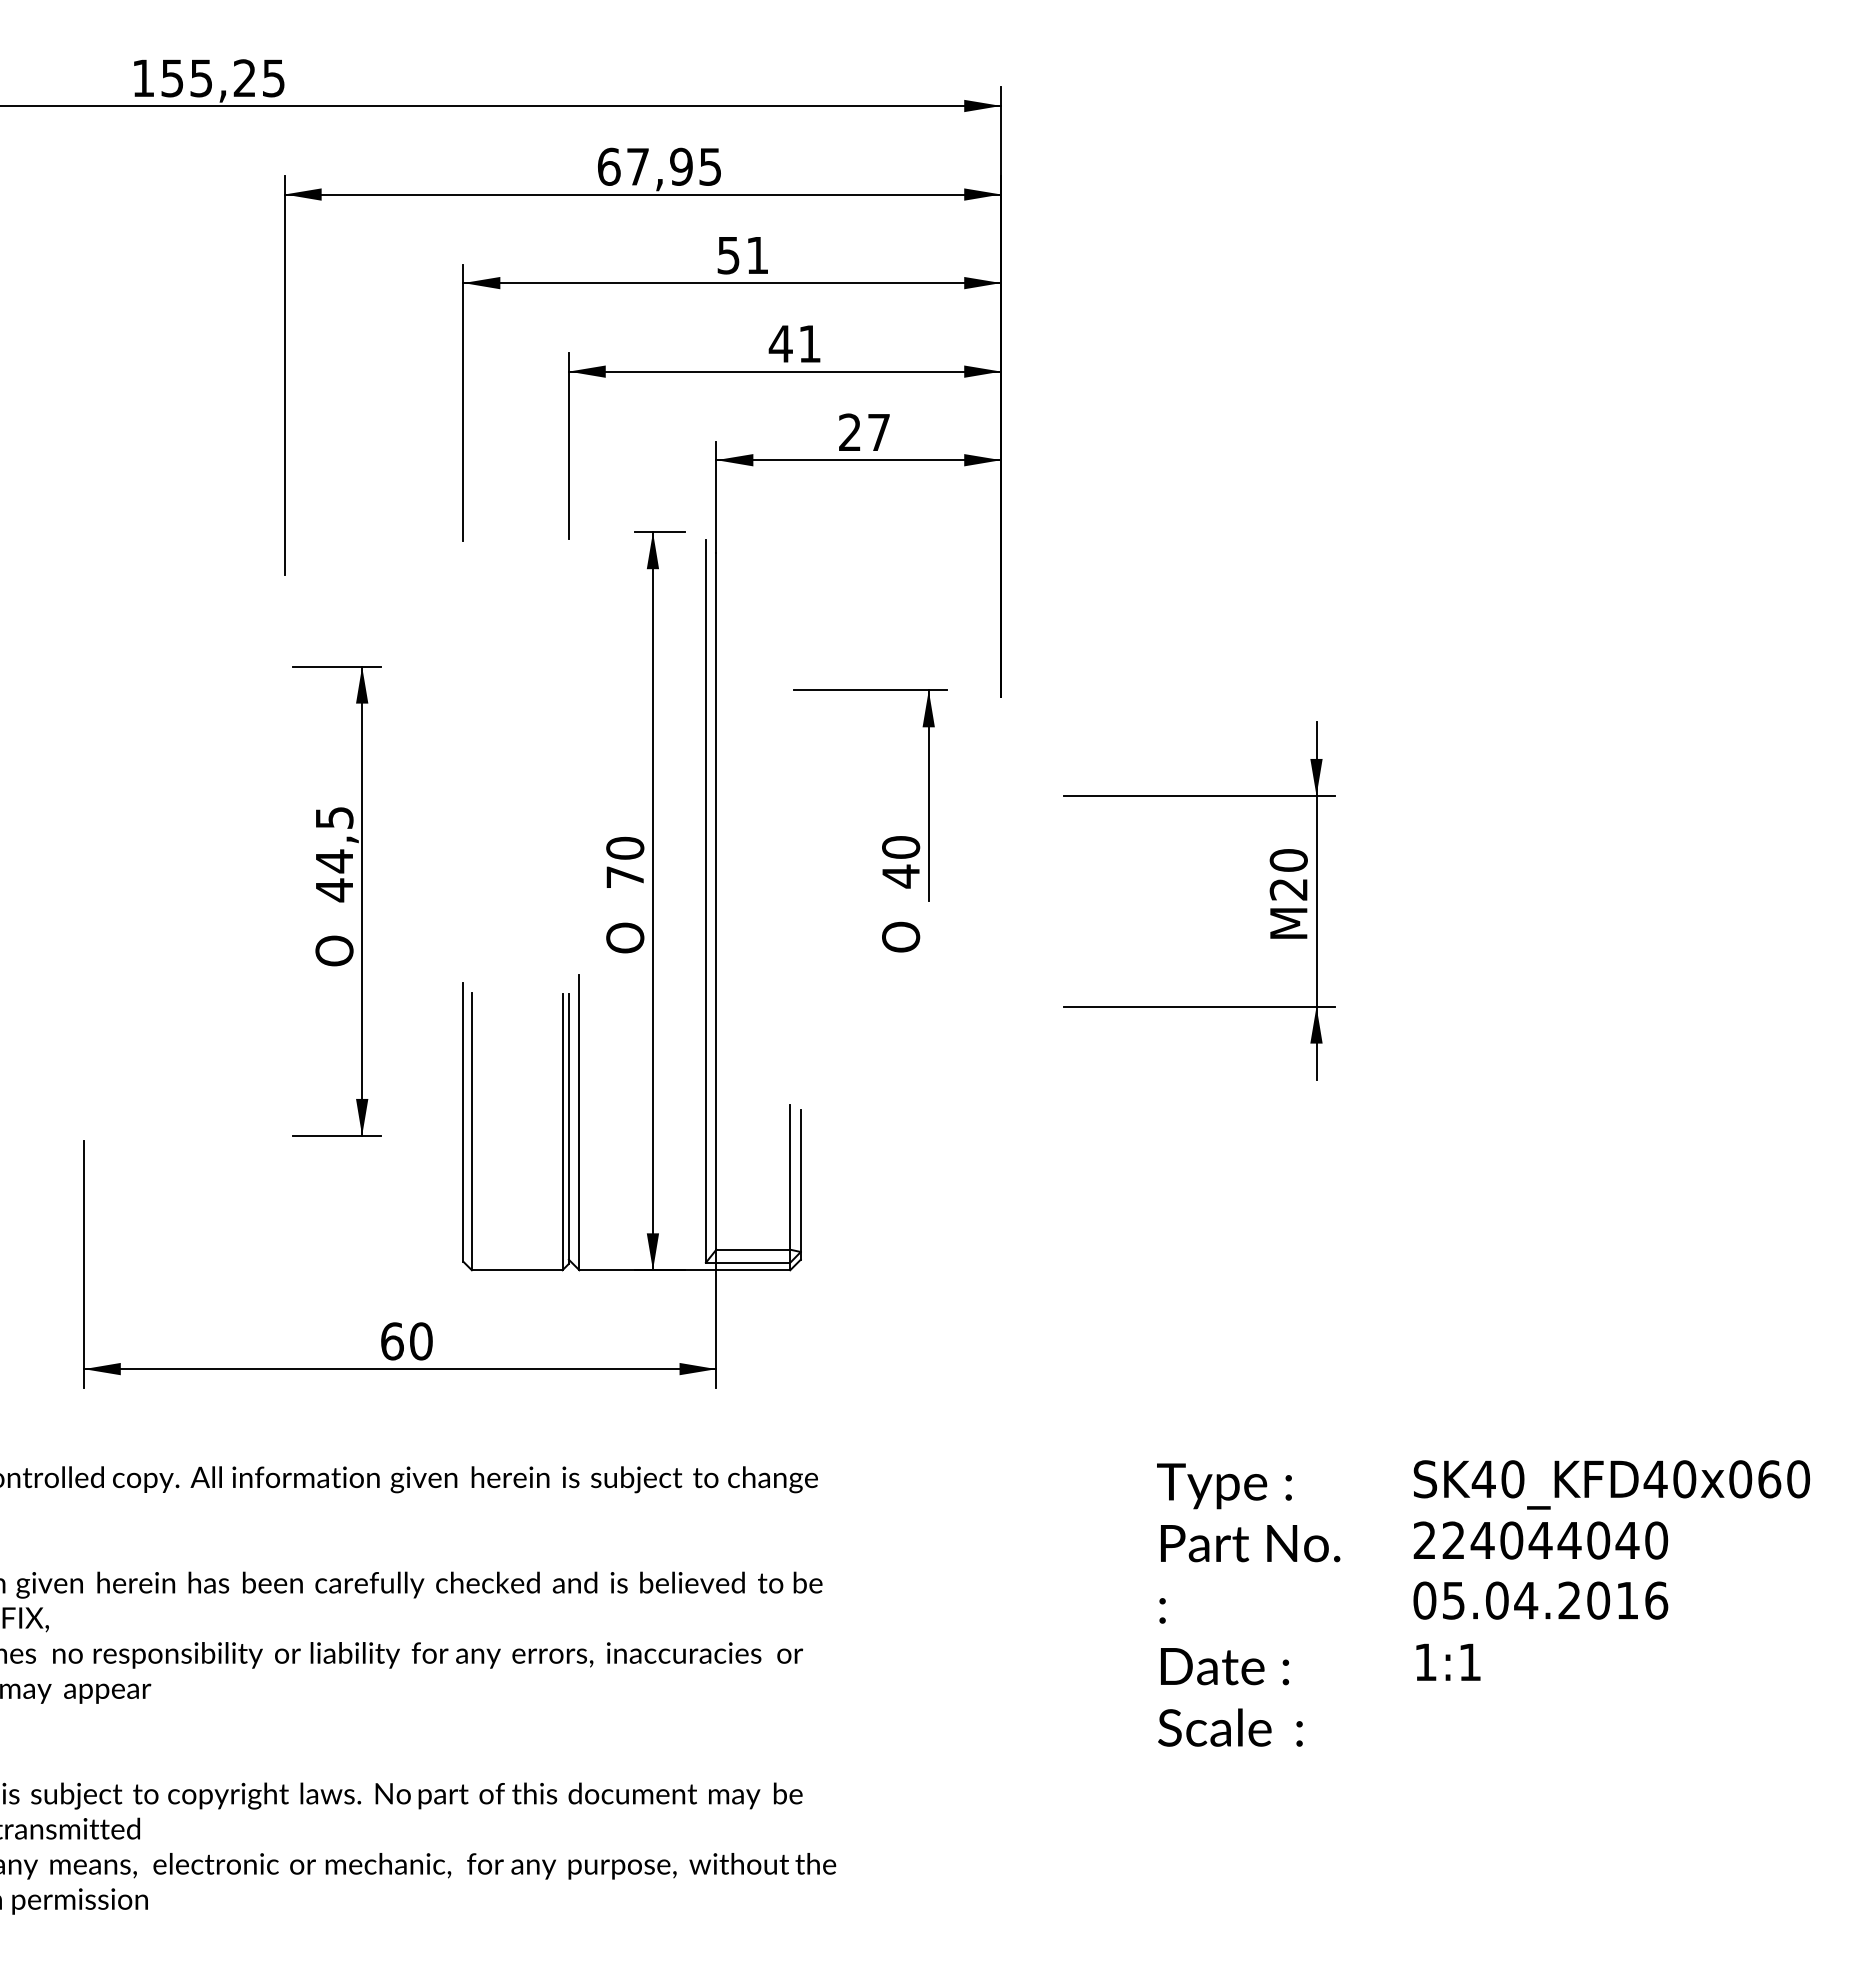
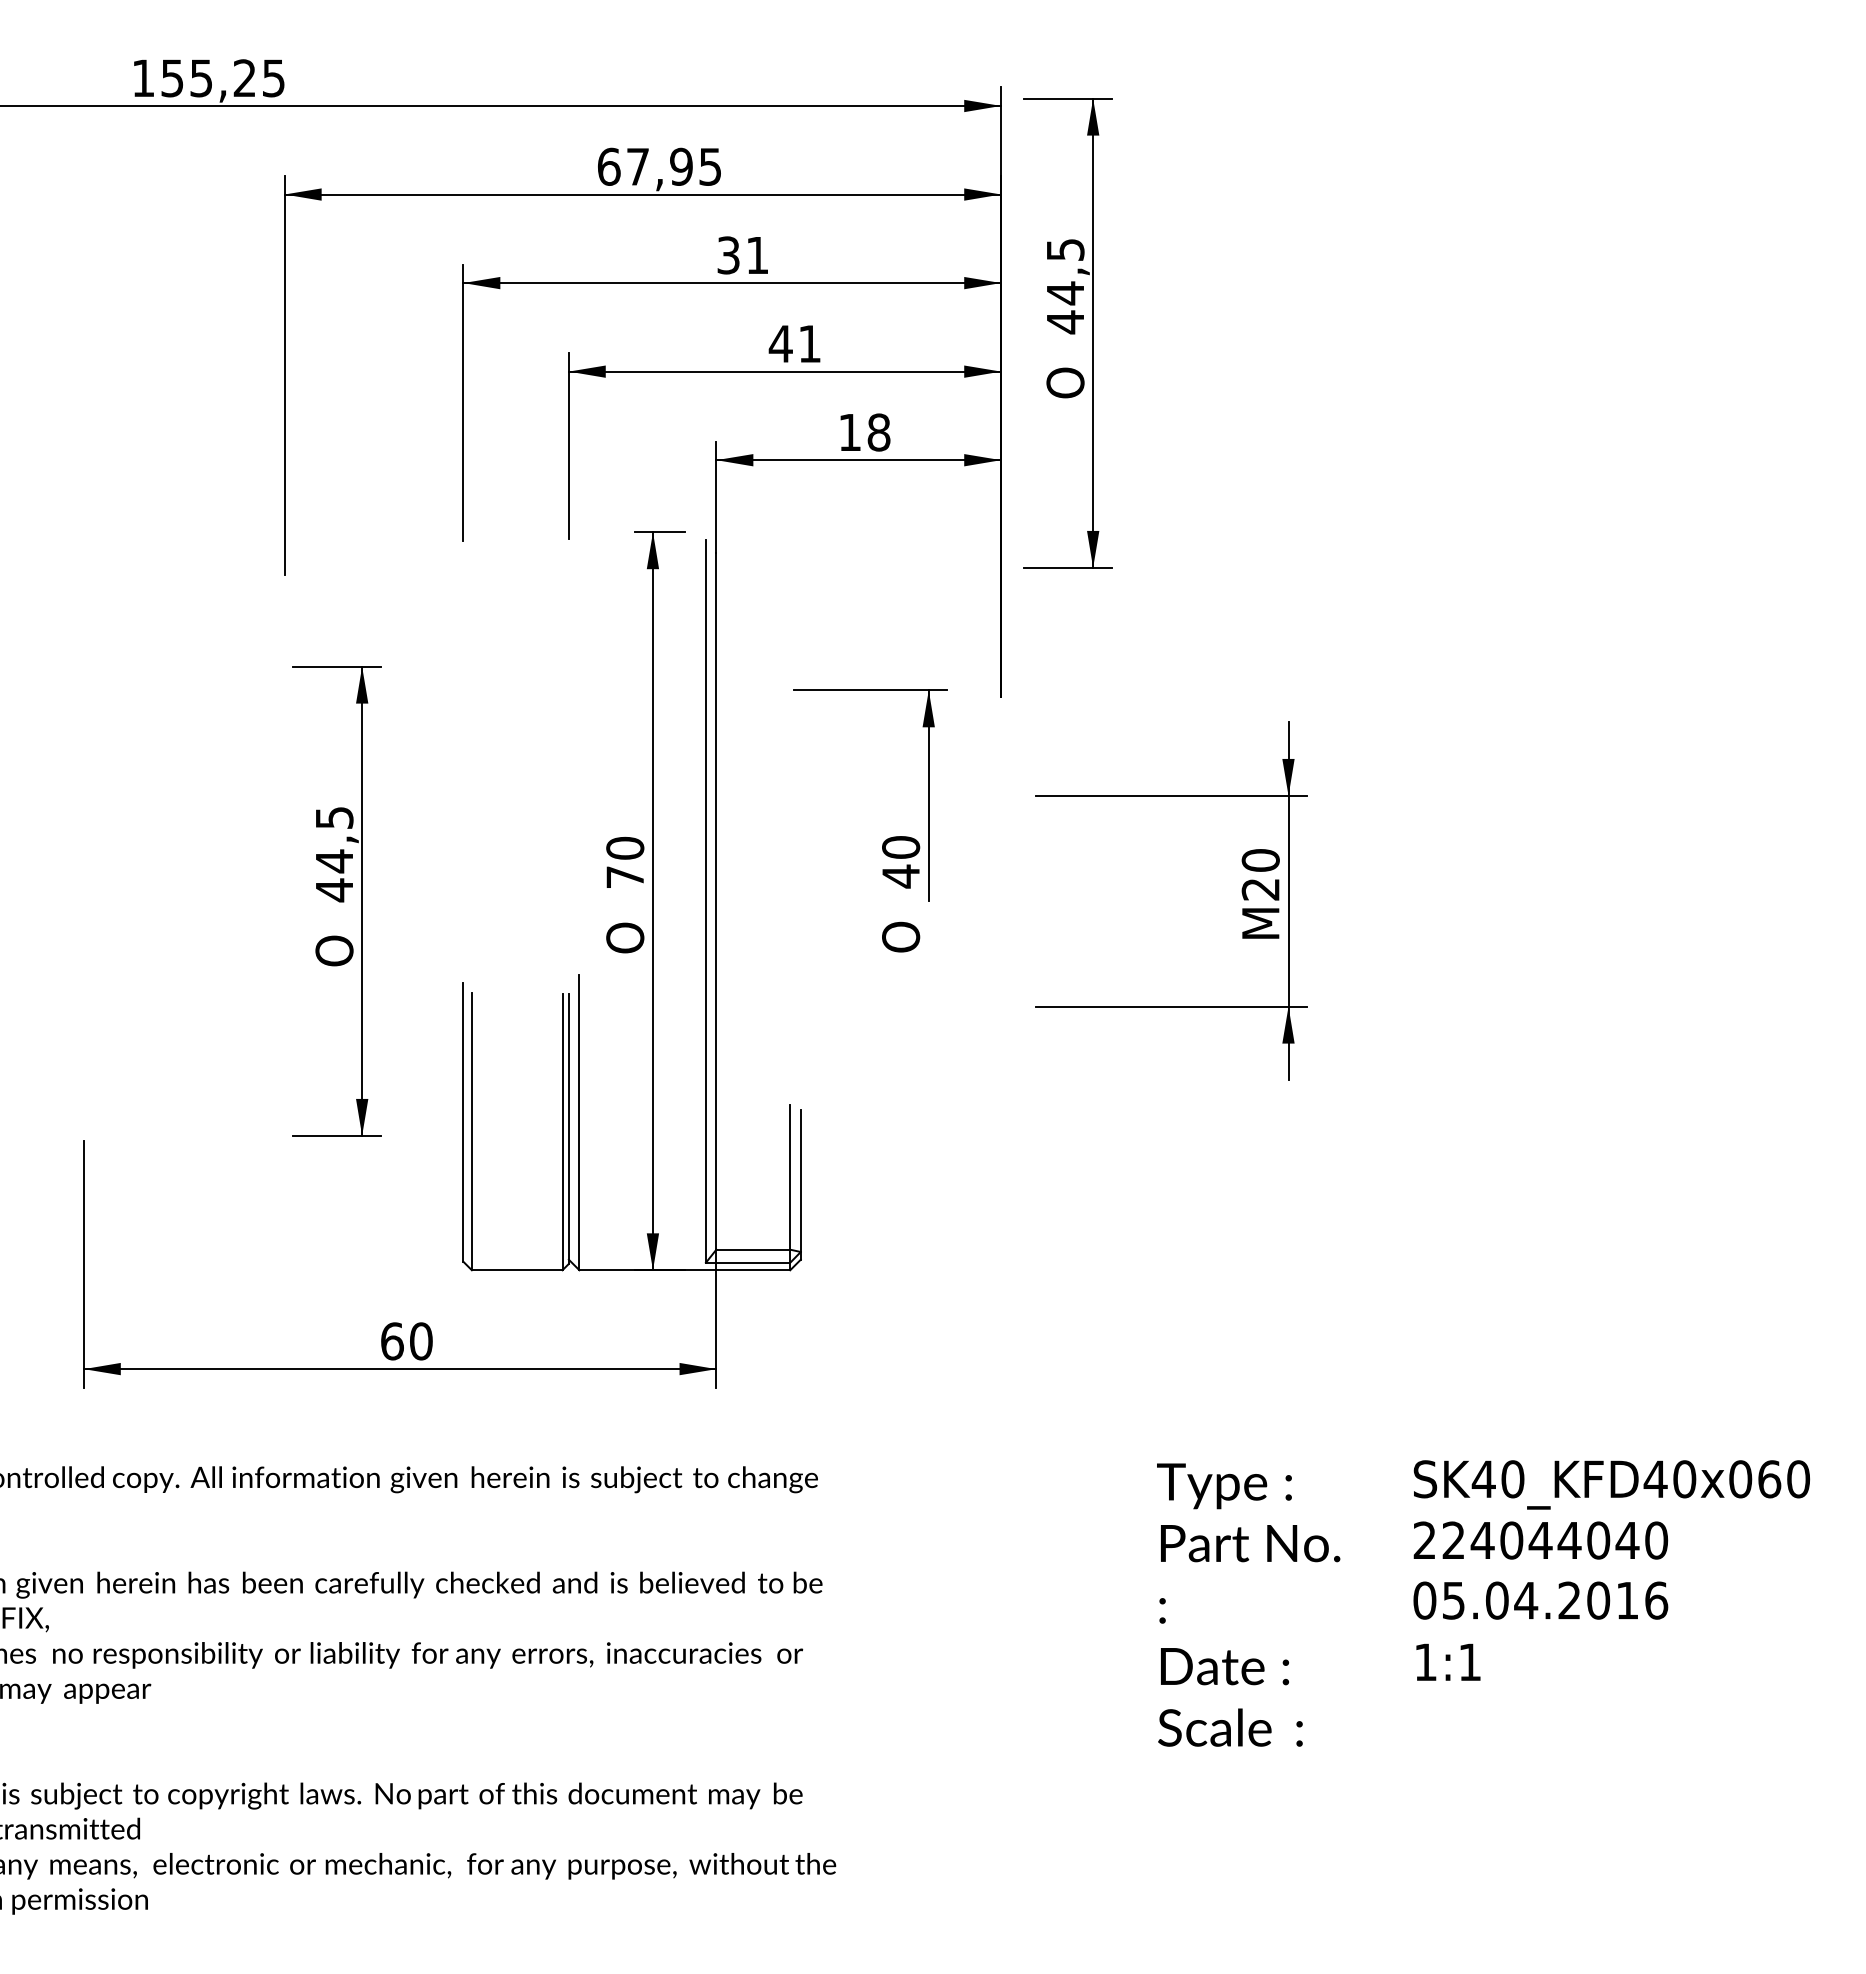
text at (728, 254): 51 -> 31
part at (1067, 333): none -> present
text at (864, 432): 27 -> 18
part at (1269, 892) position: (1269, 892) -> (1241, 892)
